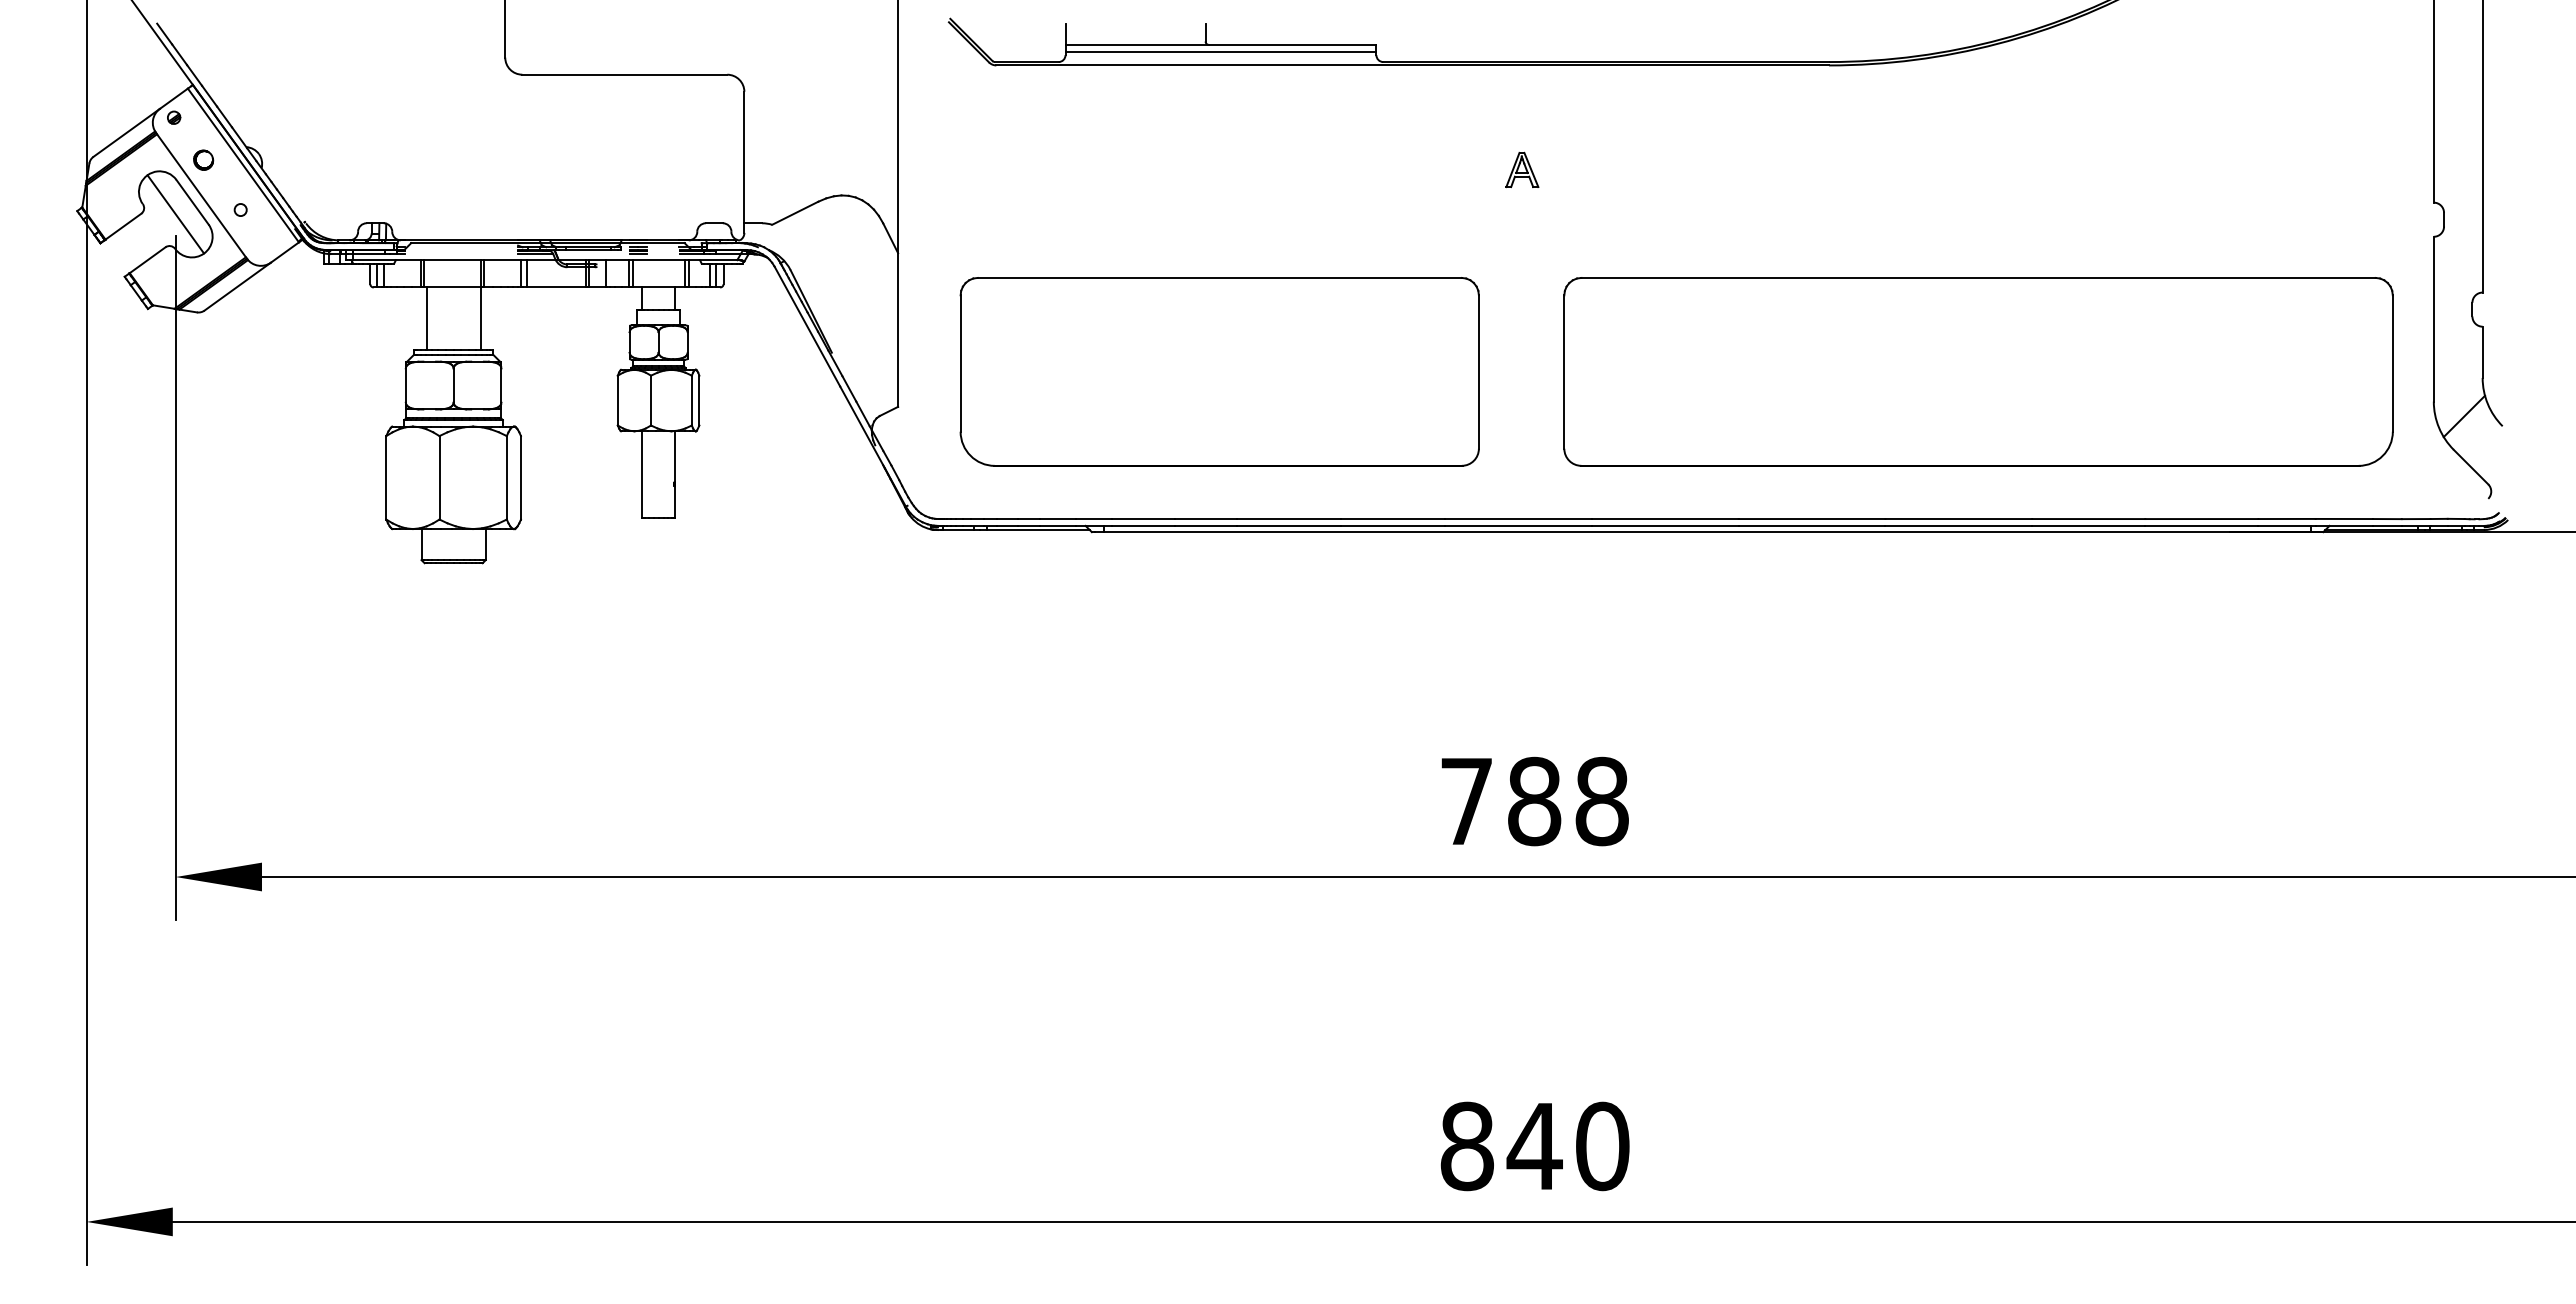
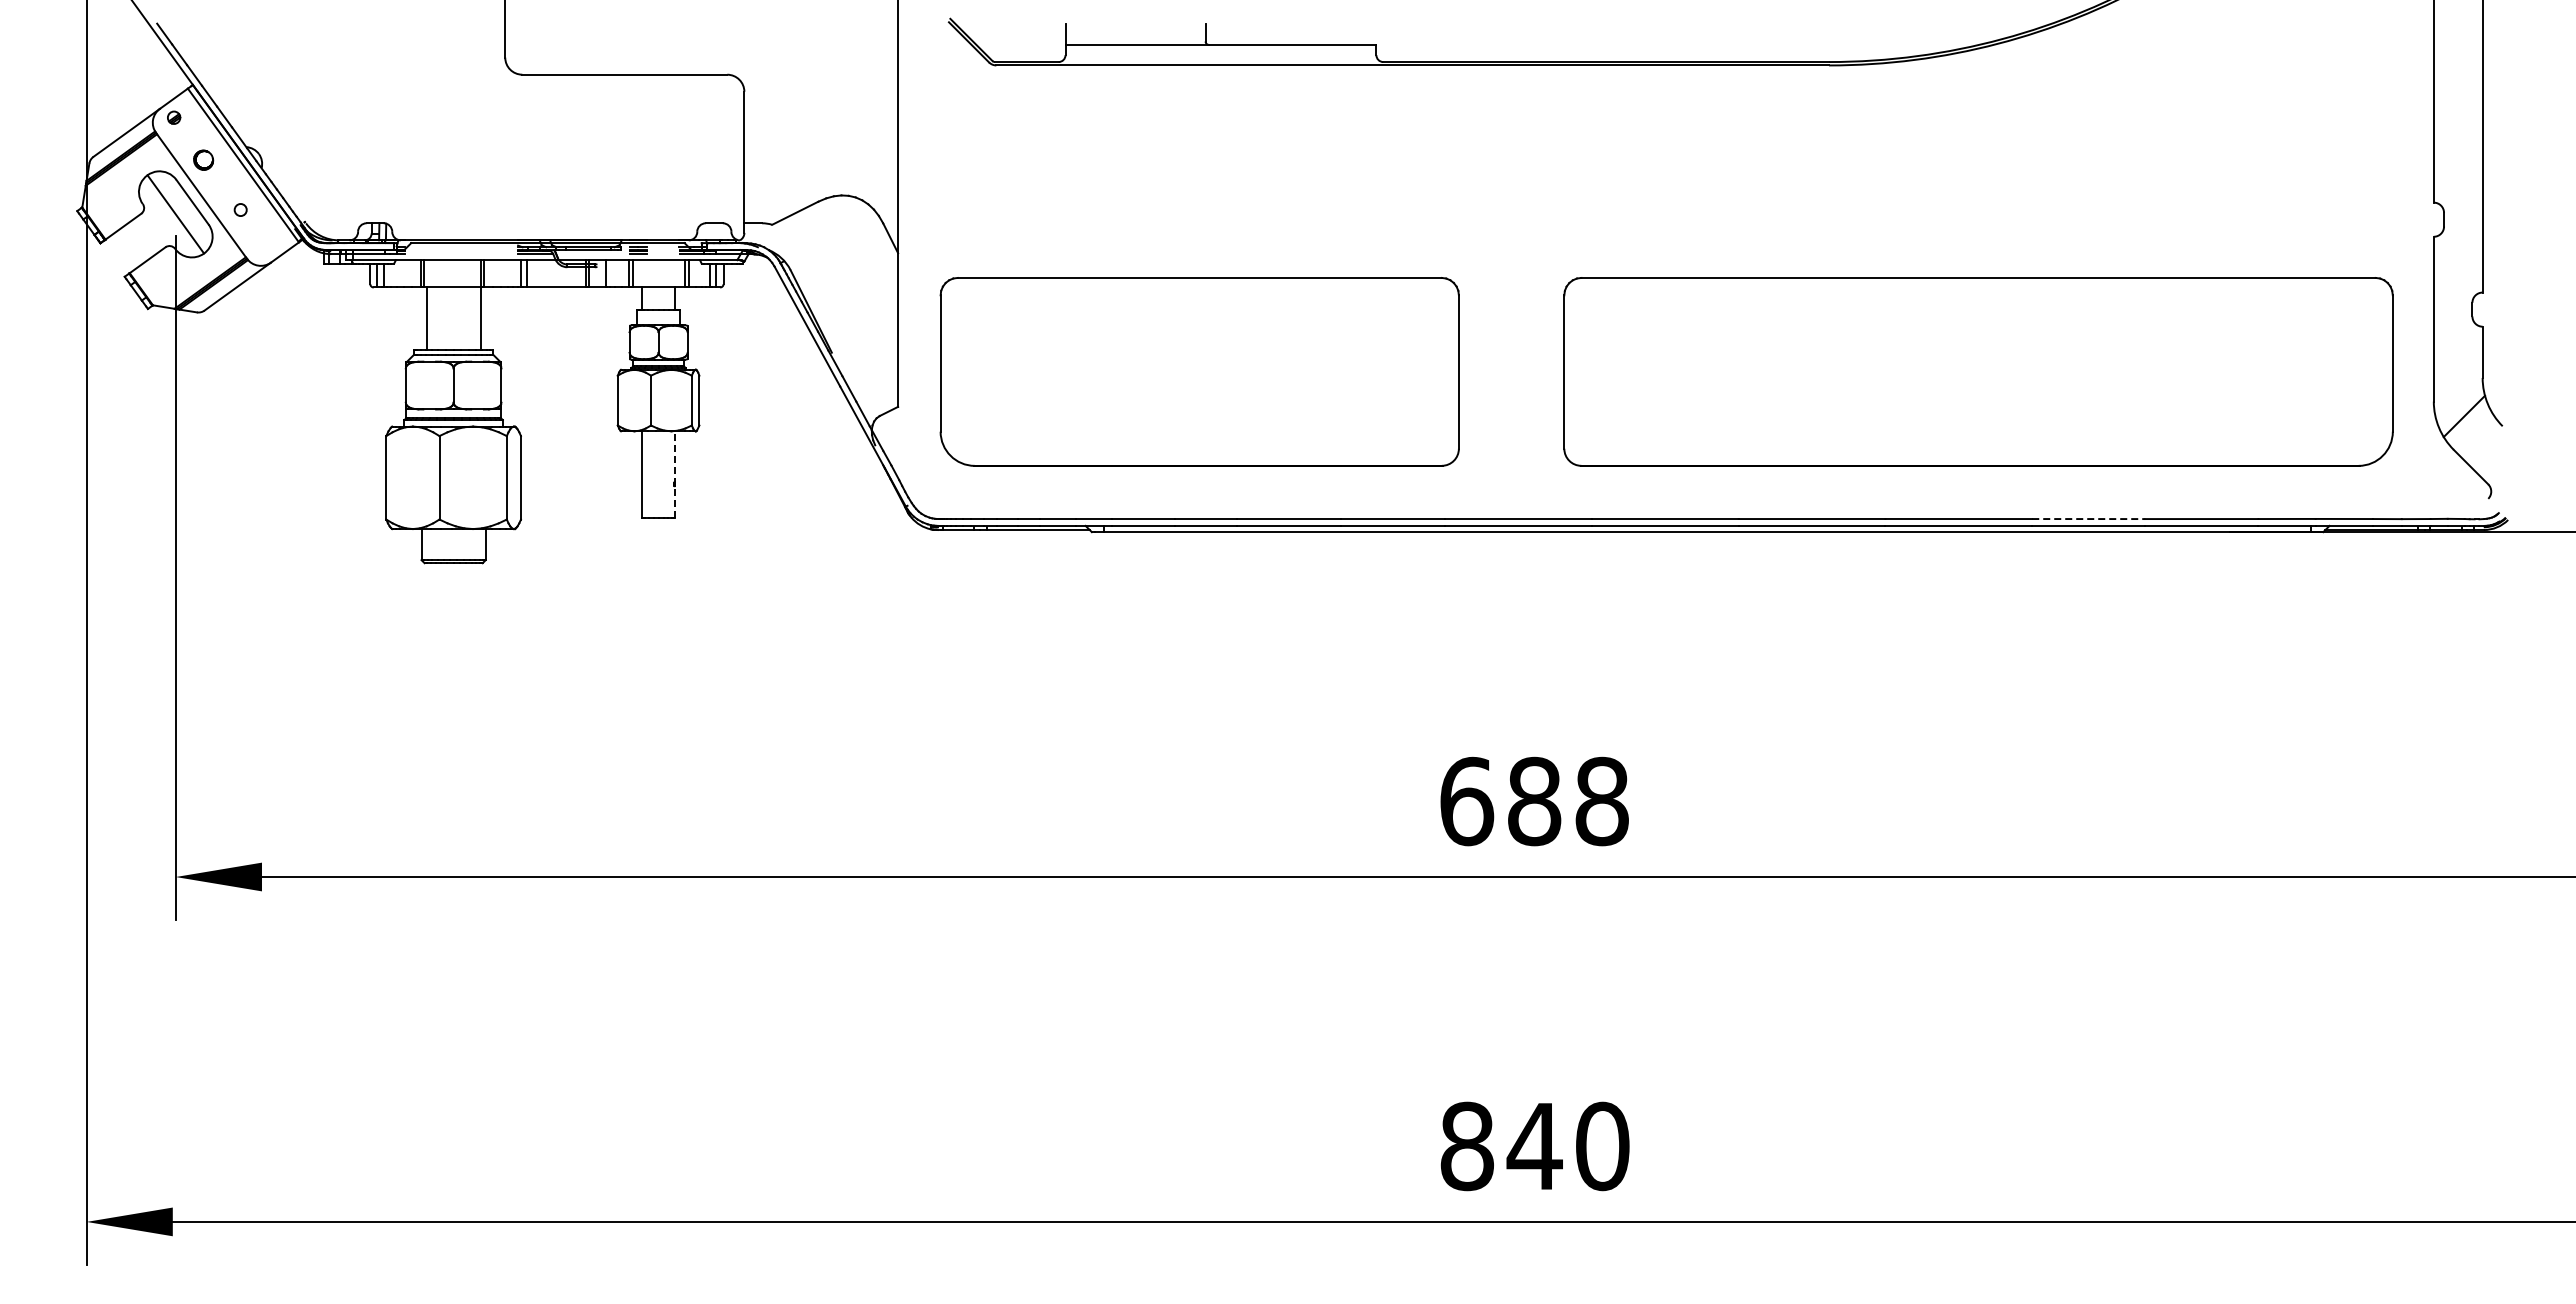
line at (1220, 51): present -> none
part at (1522, 169): present -> none
part at (1219, 371) position: (1219, 371) -> (1199, 371)
line at (674, 474): solid -> dashed
line at (2088, 519): solid -> dashed
text at (1467, 801): 788 -> 688
